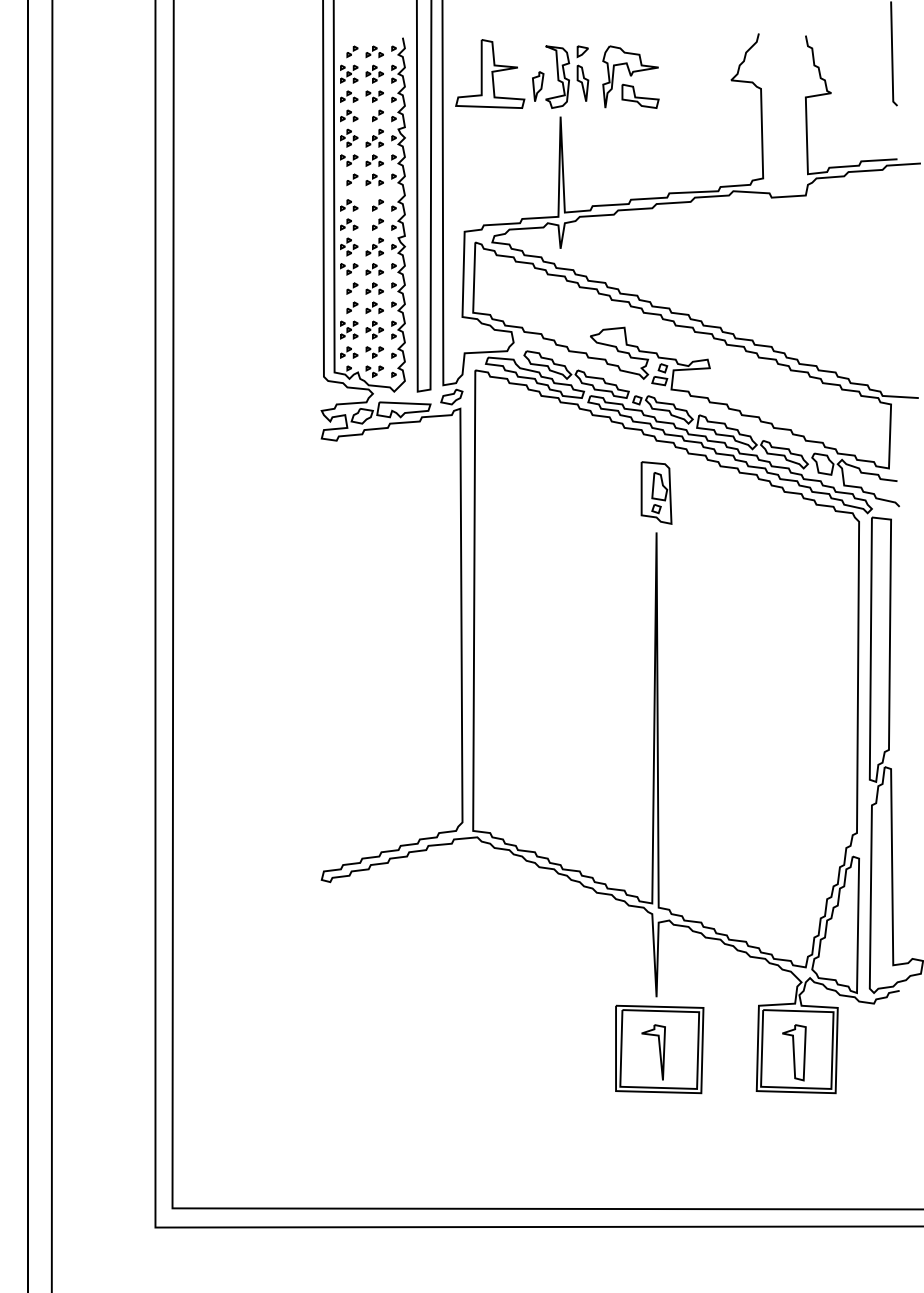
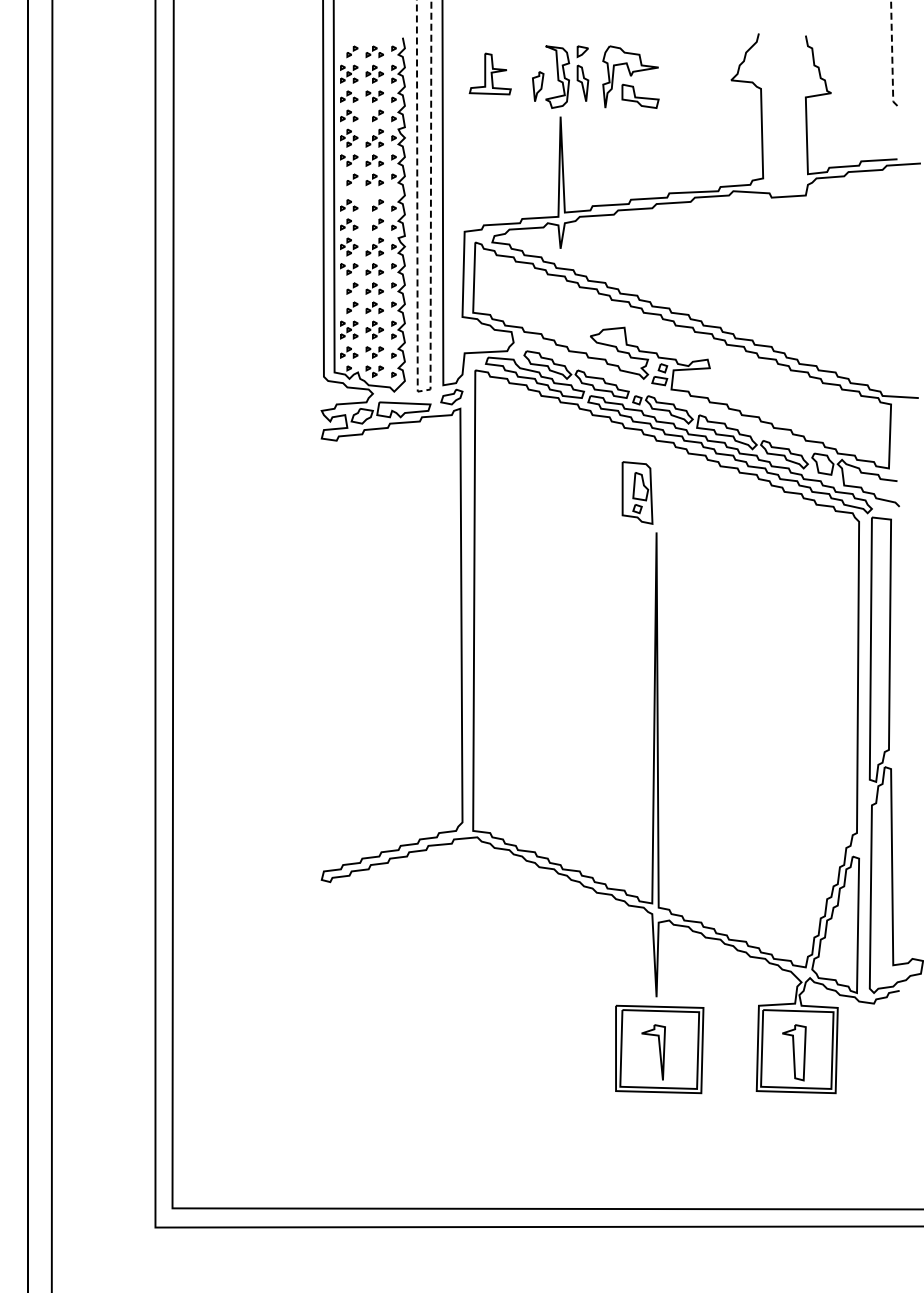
line at (892, 55): solid -> dashed
part at (490, 73) size: 71x70 px -> 44x44 px
line at (422, 390): solid -> dashed
part at (656, 492) position: (656, 492) -> (637, 492)
